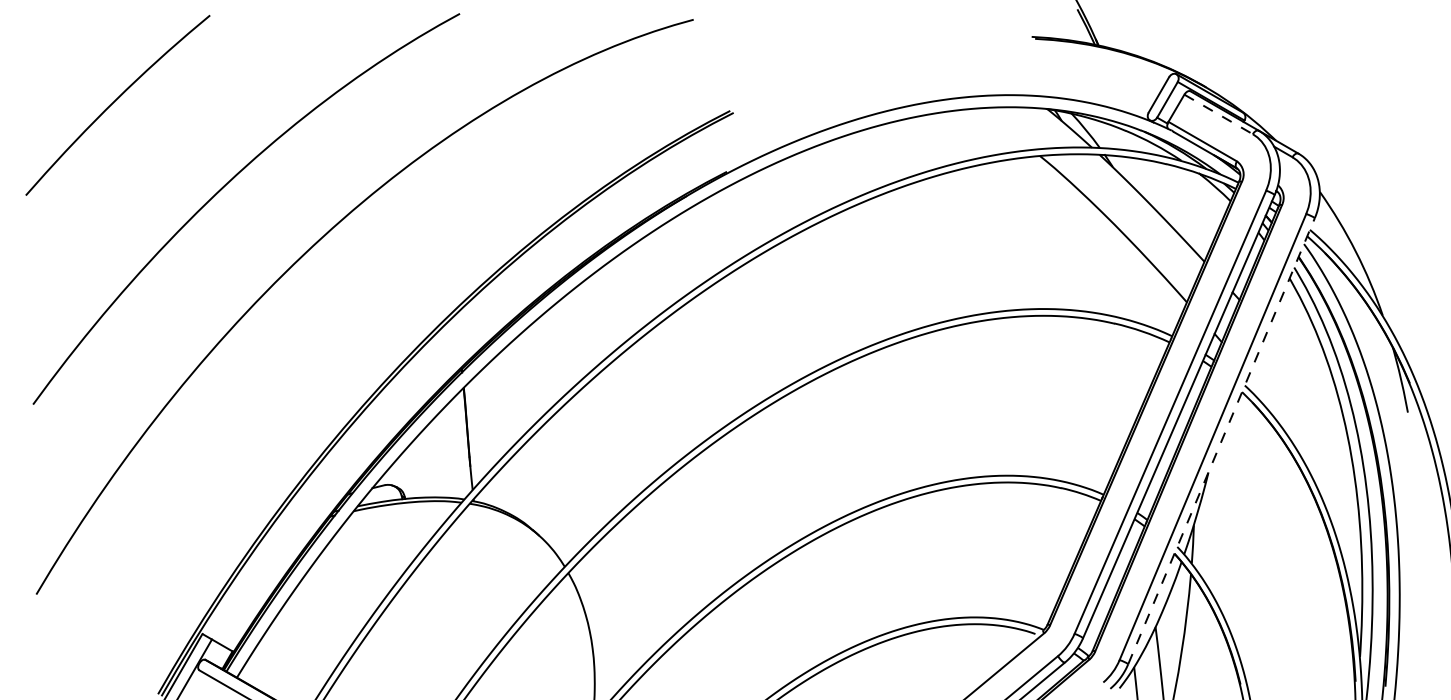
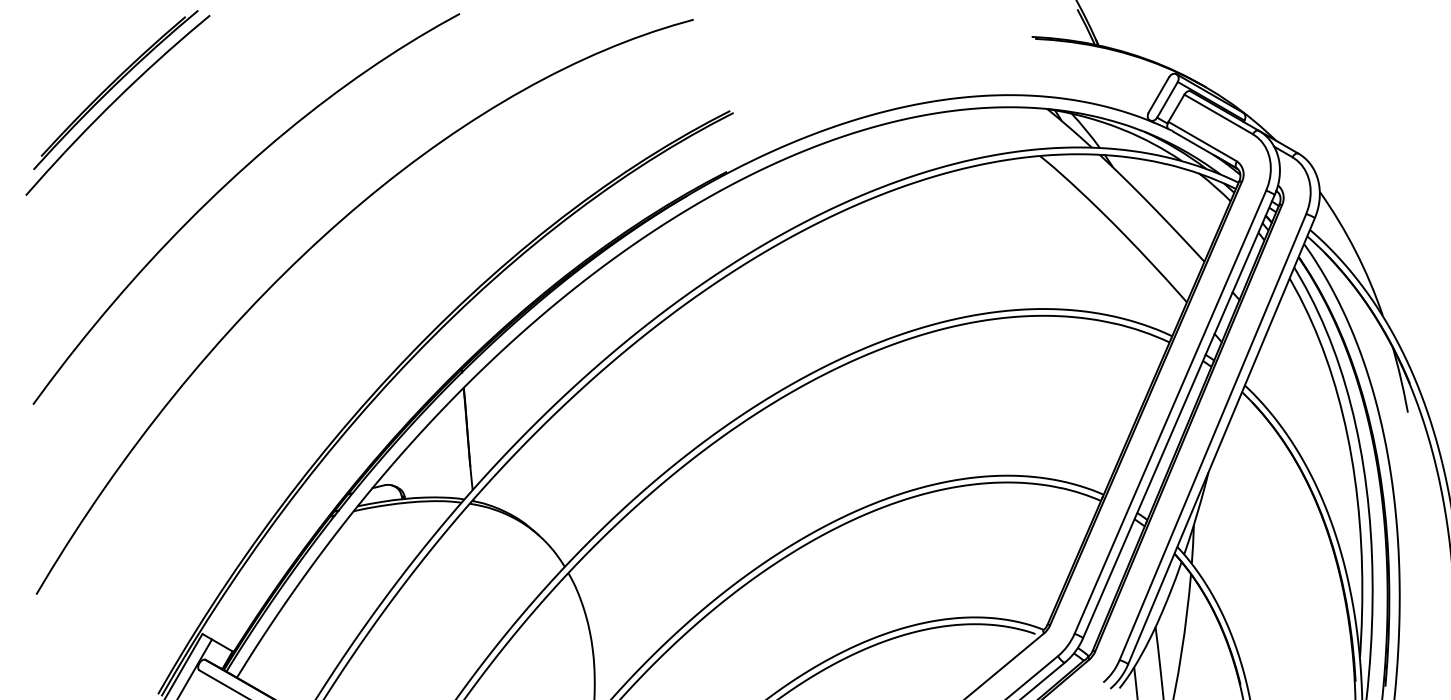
part at (115, 90): none -> present
line at (1219, 114): dashed -> solid
line at (1221, 441): dashed -> solid
